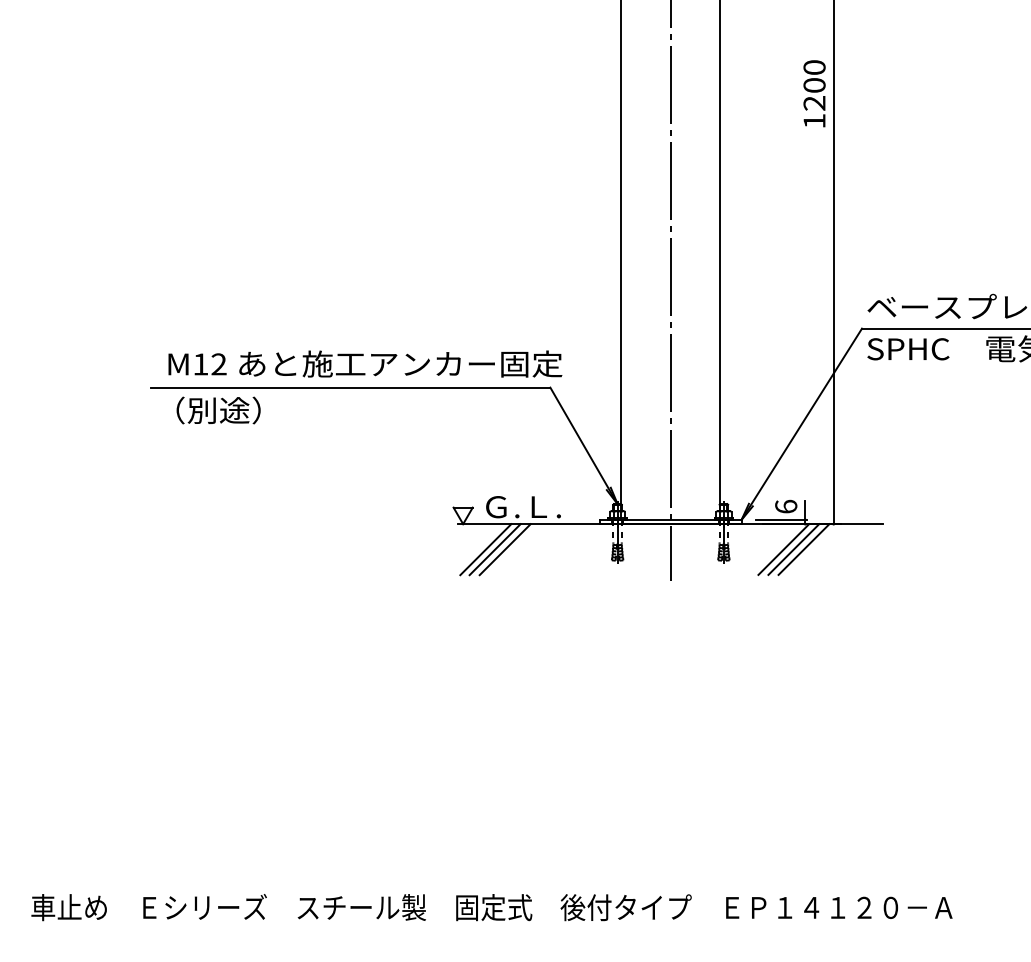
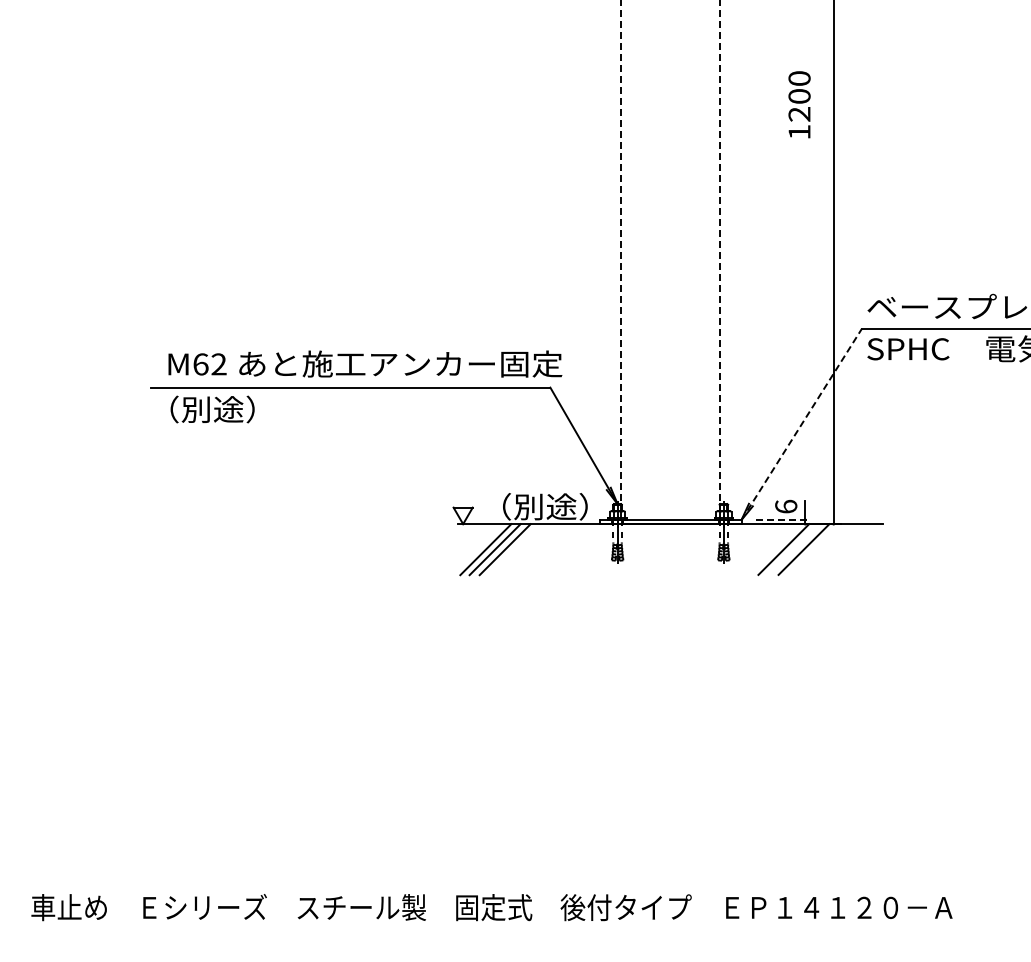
text at (814, 93) position: (814, 93) -> (799, 104)
line at (621, 252): solid -> dashed
line at (720, 252): solid -> dashed
line at (670, 291): present -> none
text at (200, 364): M12 -> M62
text at (218, 410) position: (218, 410) -> (212, 409)
line at (802, 423): solid -> dashed
text at (536, 506): Ｇ.Ｌ. -> （別途）
line at (781, 519): solid -> dashed
line at (793, 549): present -> none
